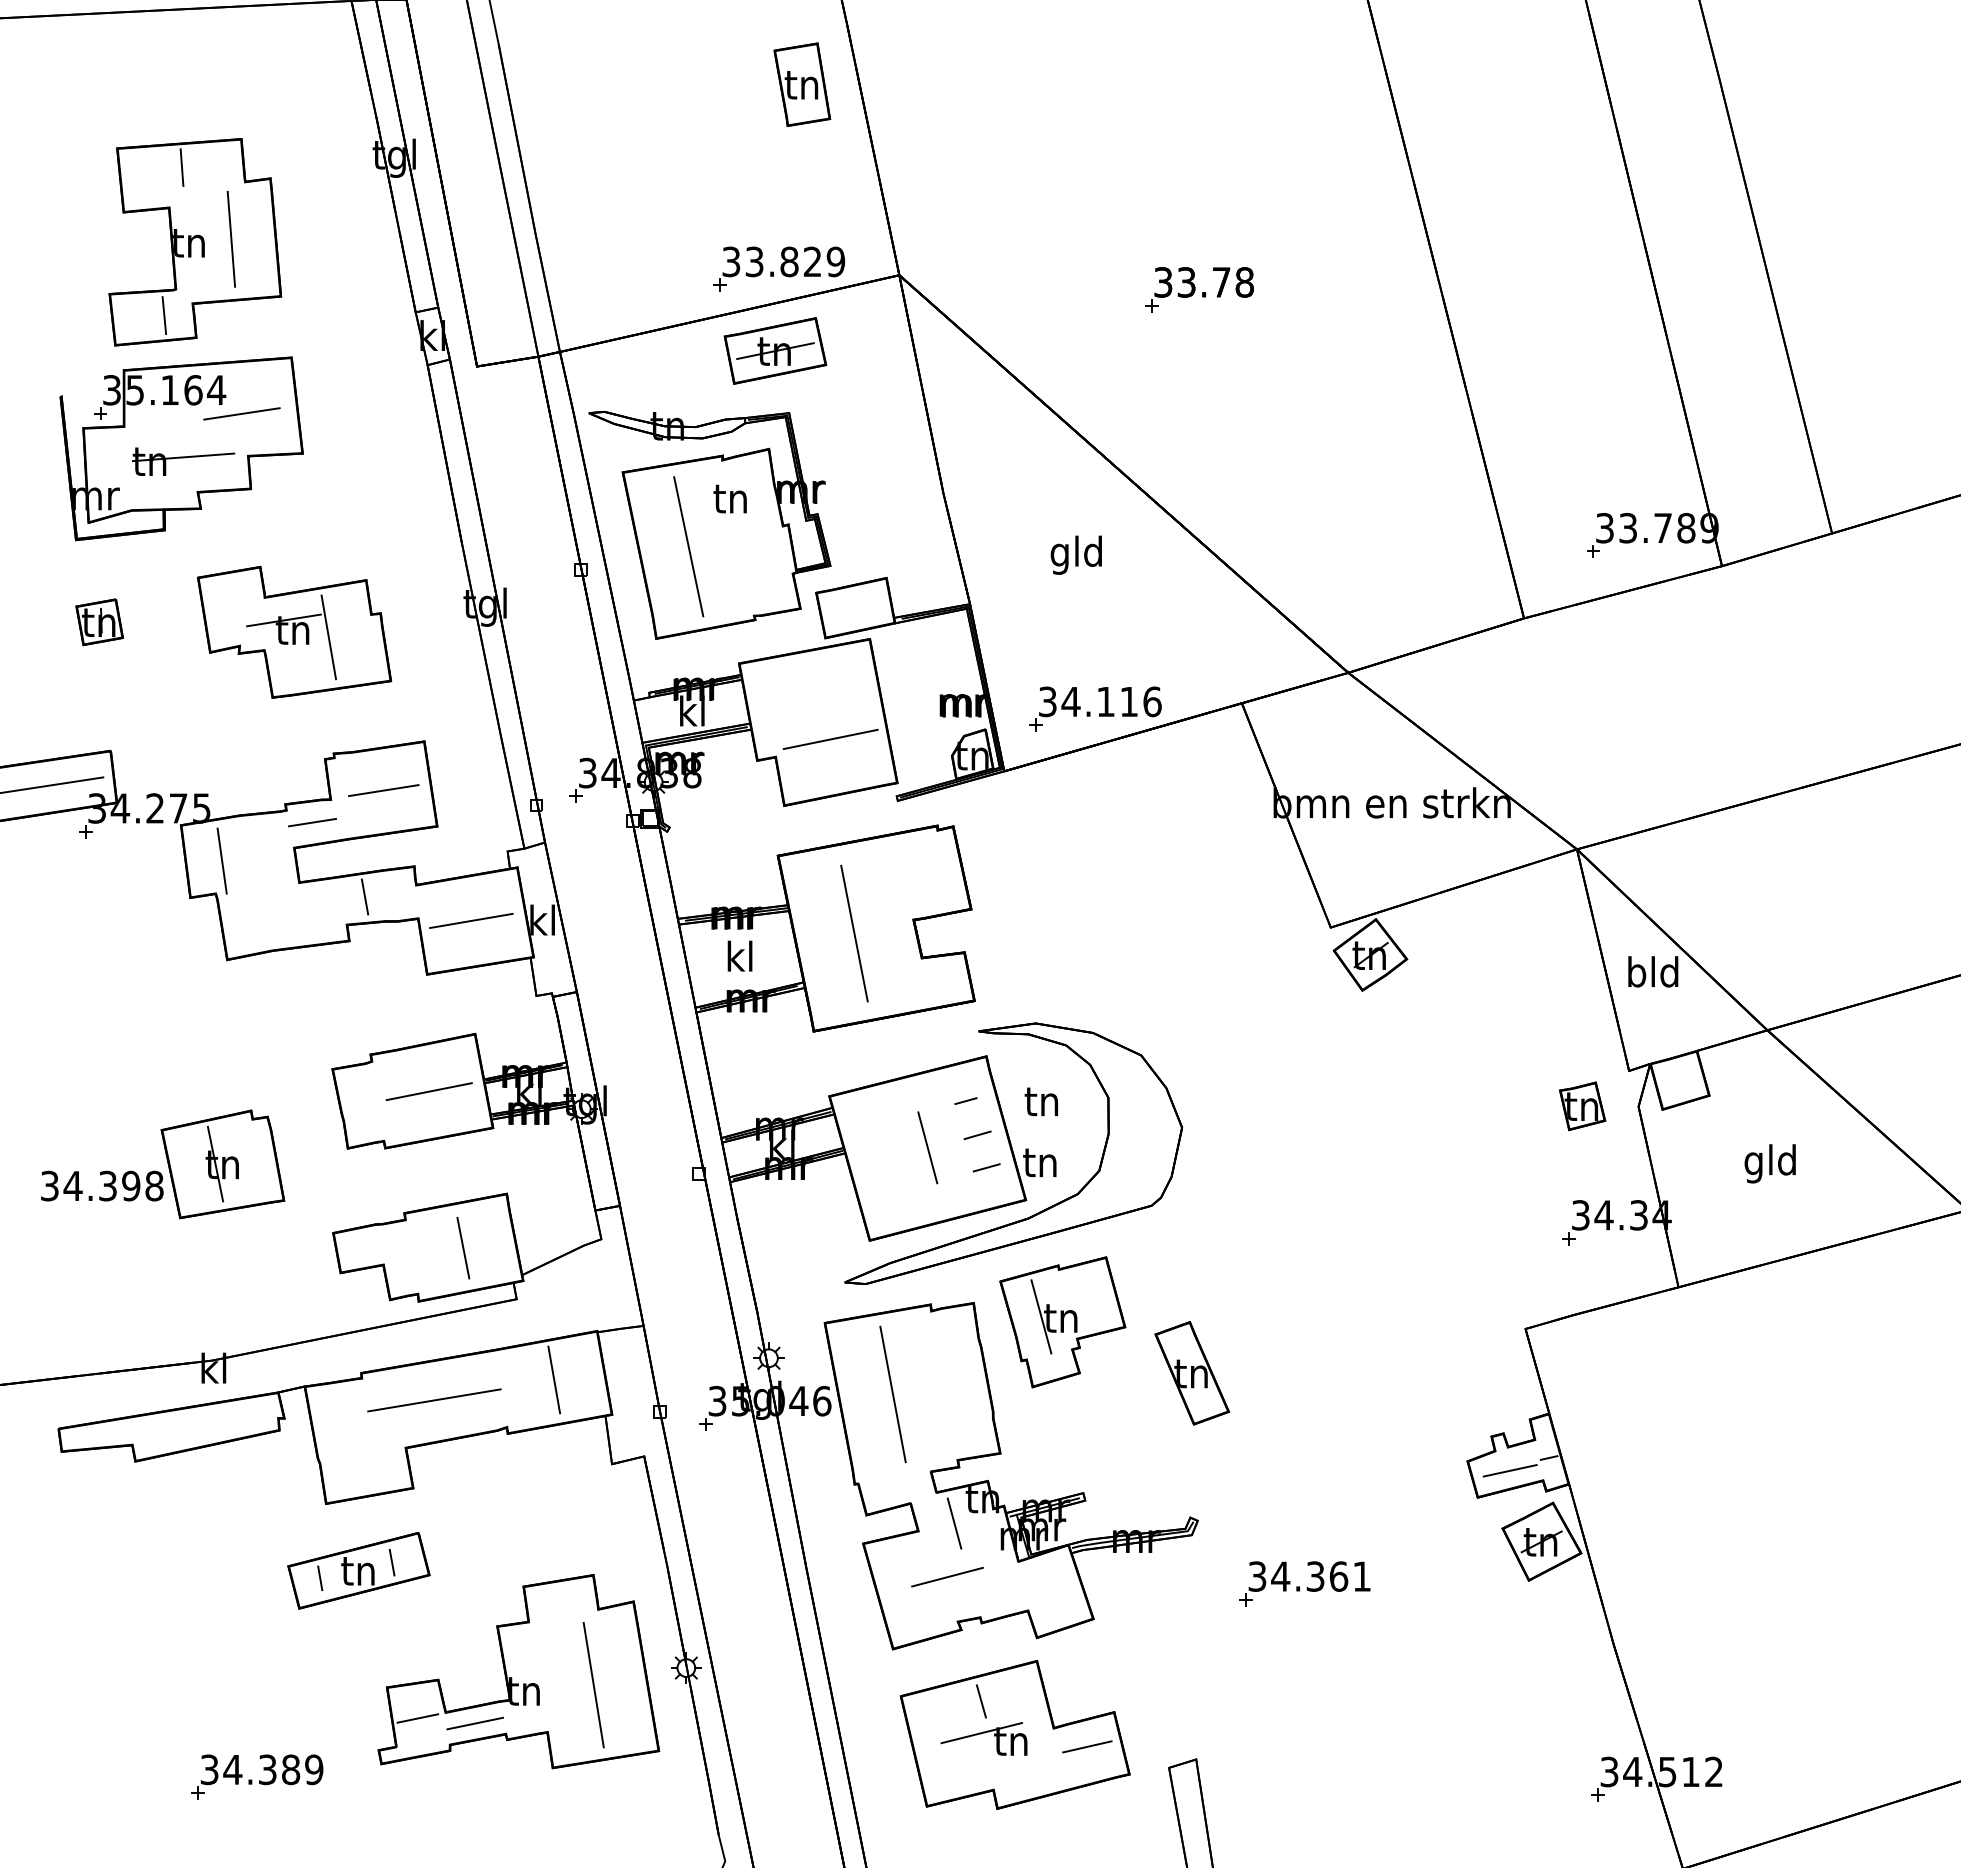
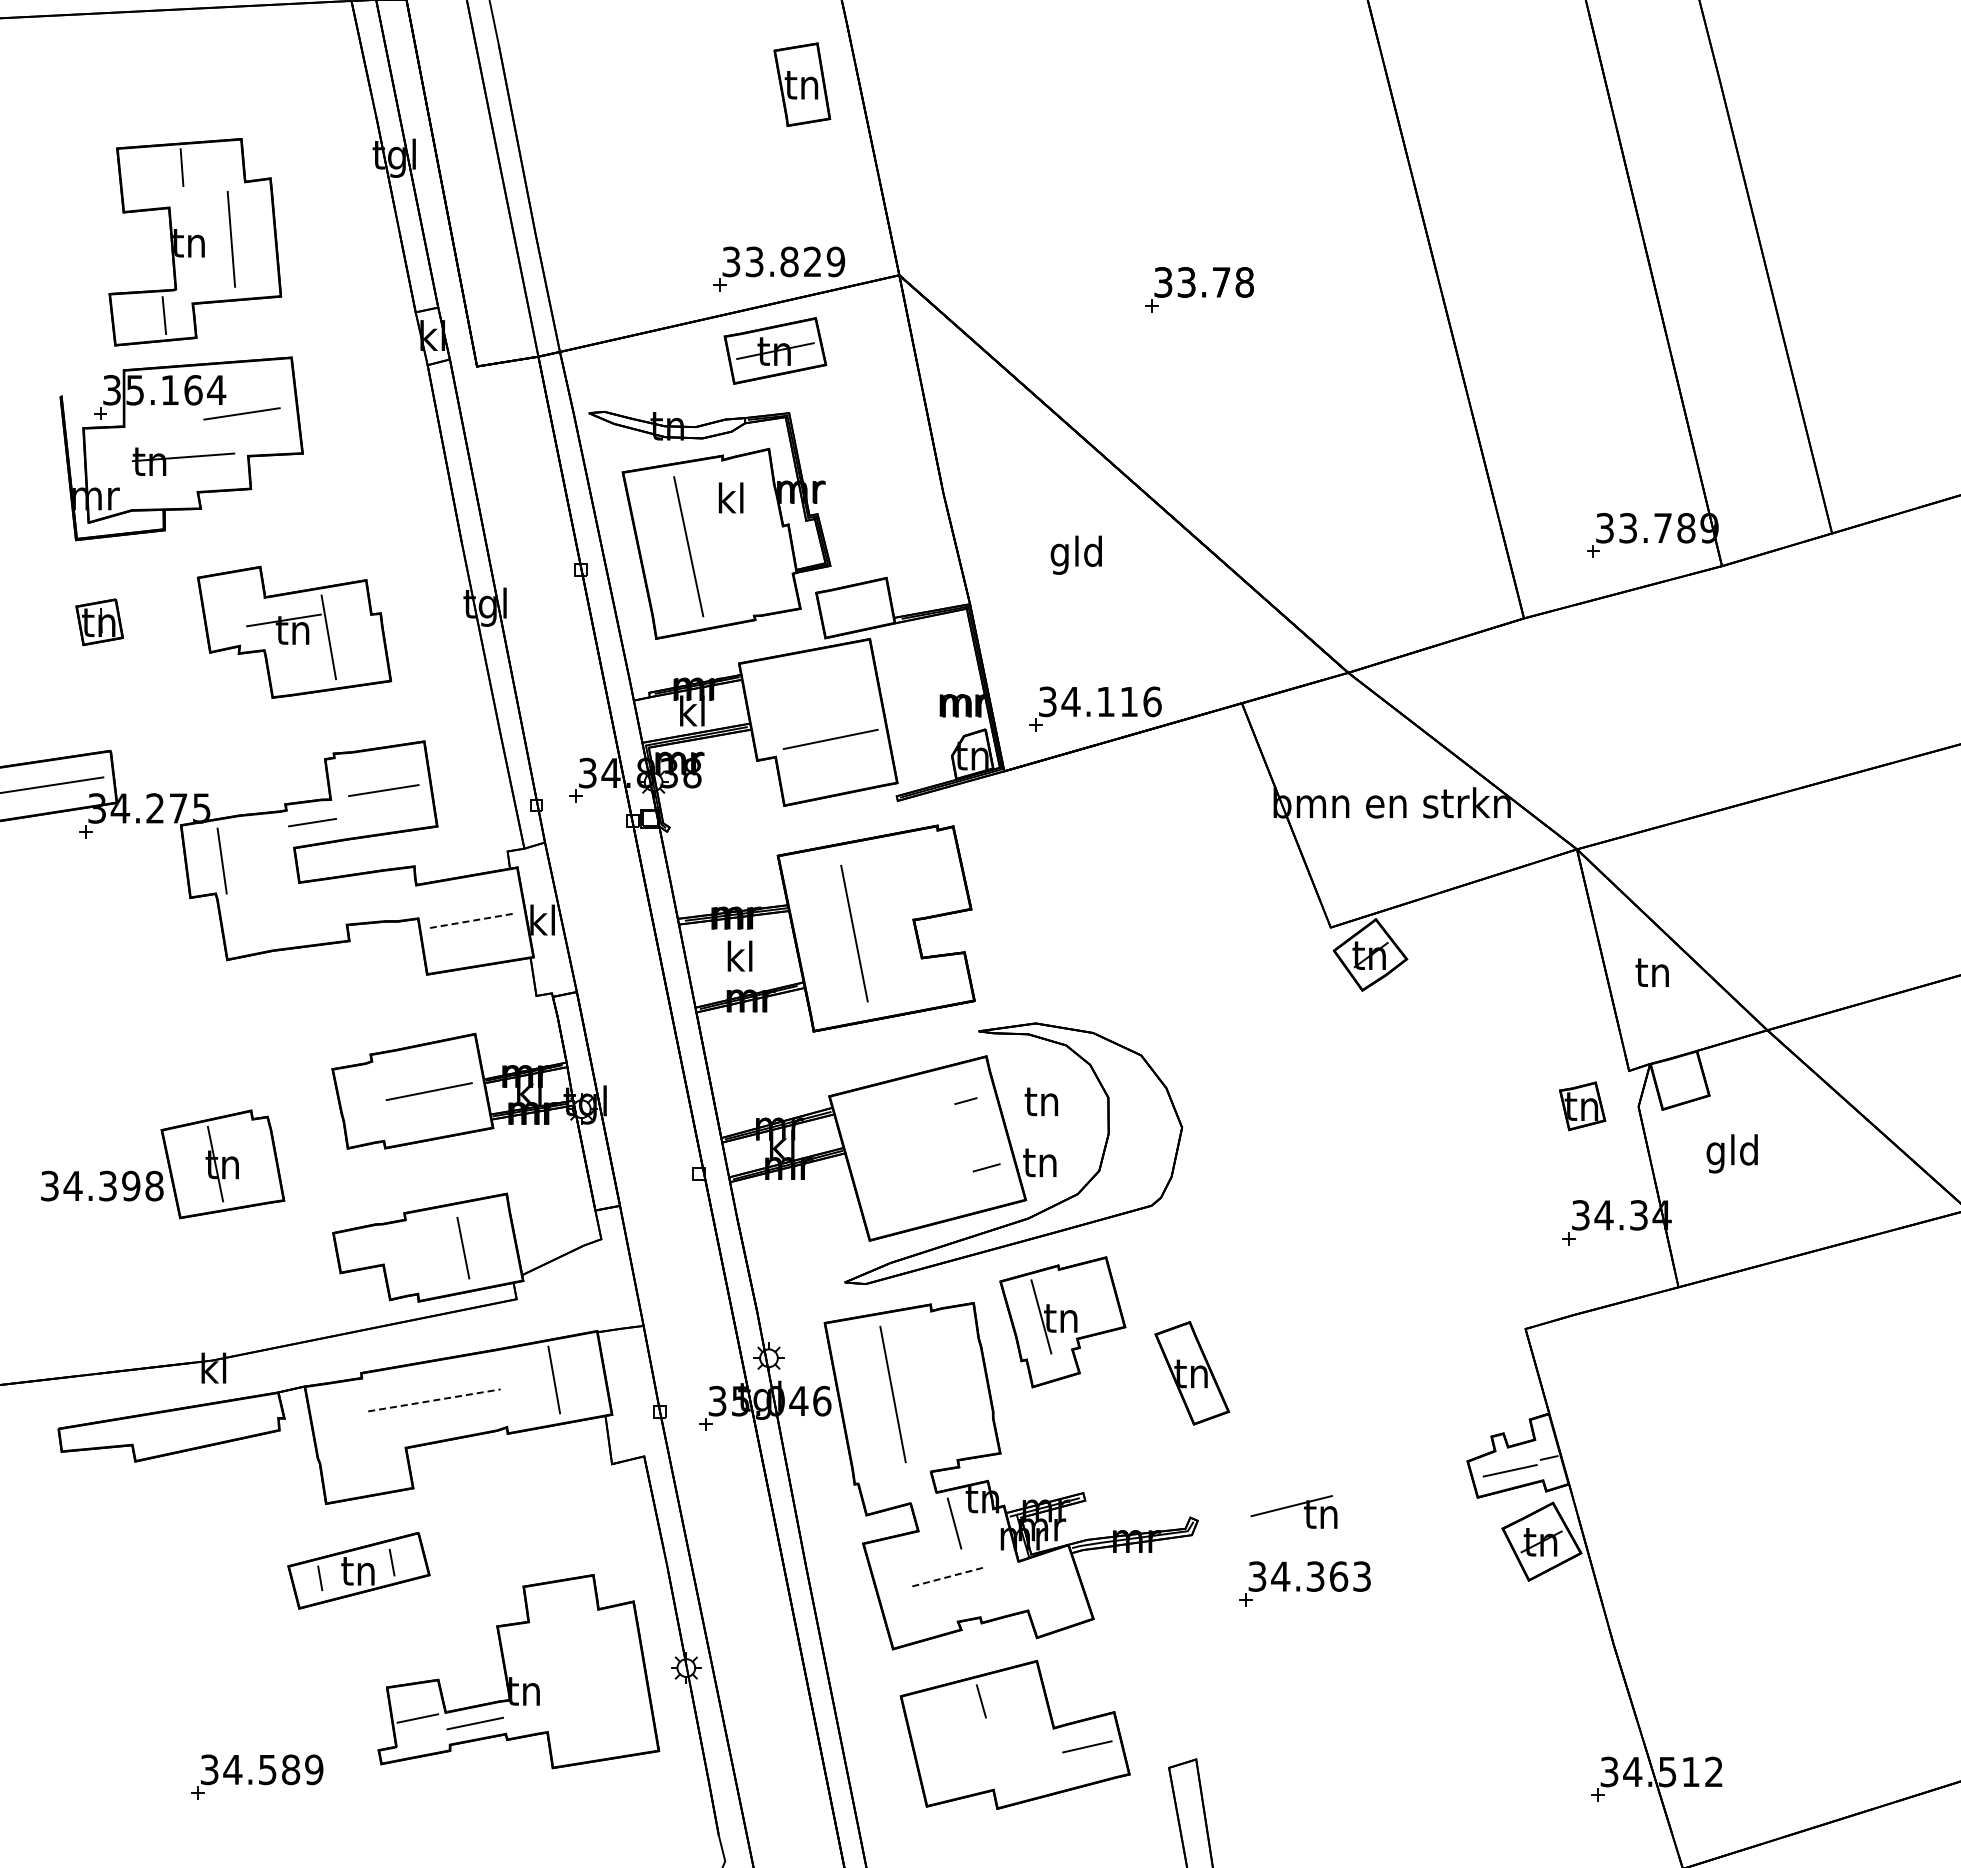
text at (729, 497): tn -> kl
line at (364, 896): present -> none
line at (471, 920): solid -> dashed
text at (1653, 971): bld -> tn
line at (977, 1135): present -> none
line at (927, 1147): present -> none
text at (1769, 1163) position: (1769, 1163) -> (1731, 1153)
line at (434, 1400): solid -> dashed
text at (1361, 1576): 34.361 -> 34.363
line at (947, 1577): solid -> dashed
line at (593, 1684): present -> none
part at (983, 1738) position: (983, 1738) -> (1293, 1511)
text at (267, 1769): 34.389 -> 34.589
